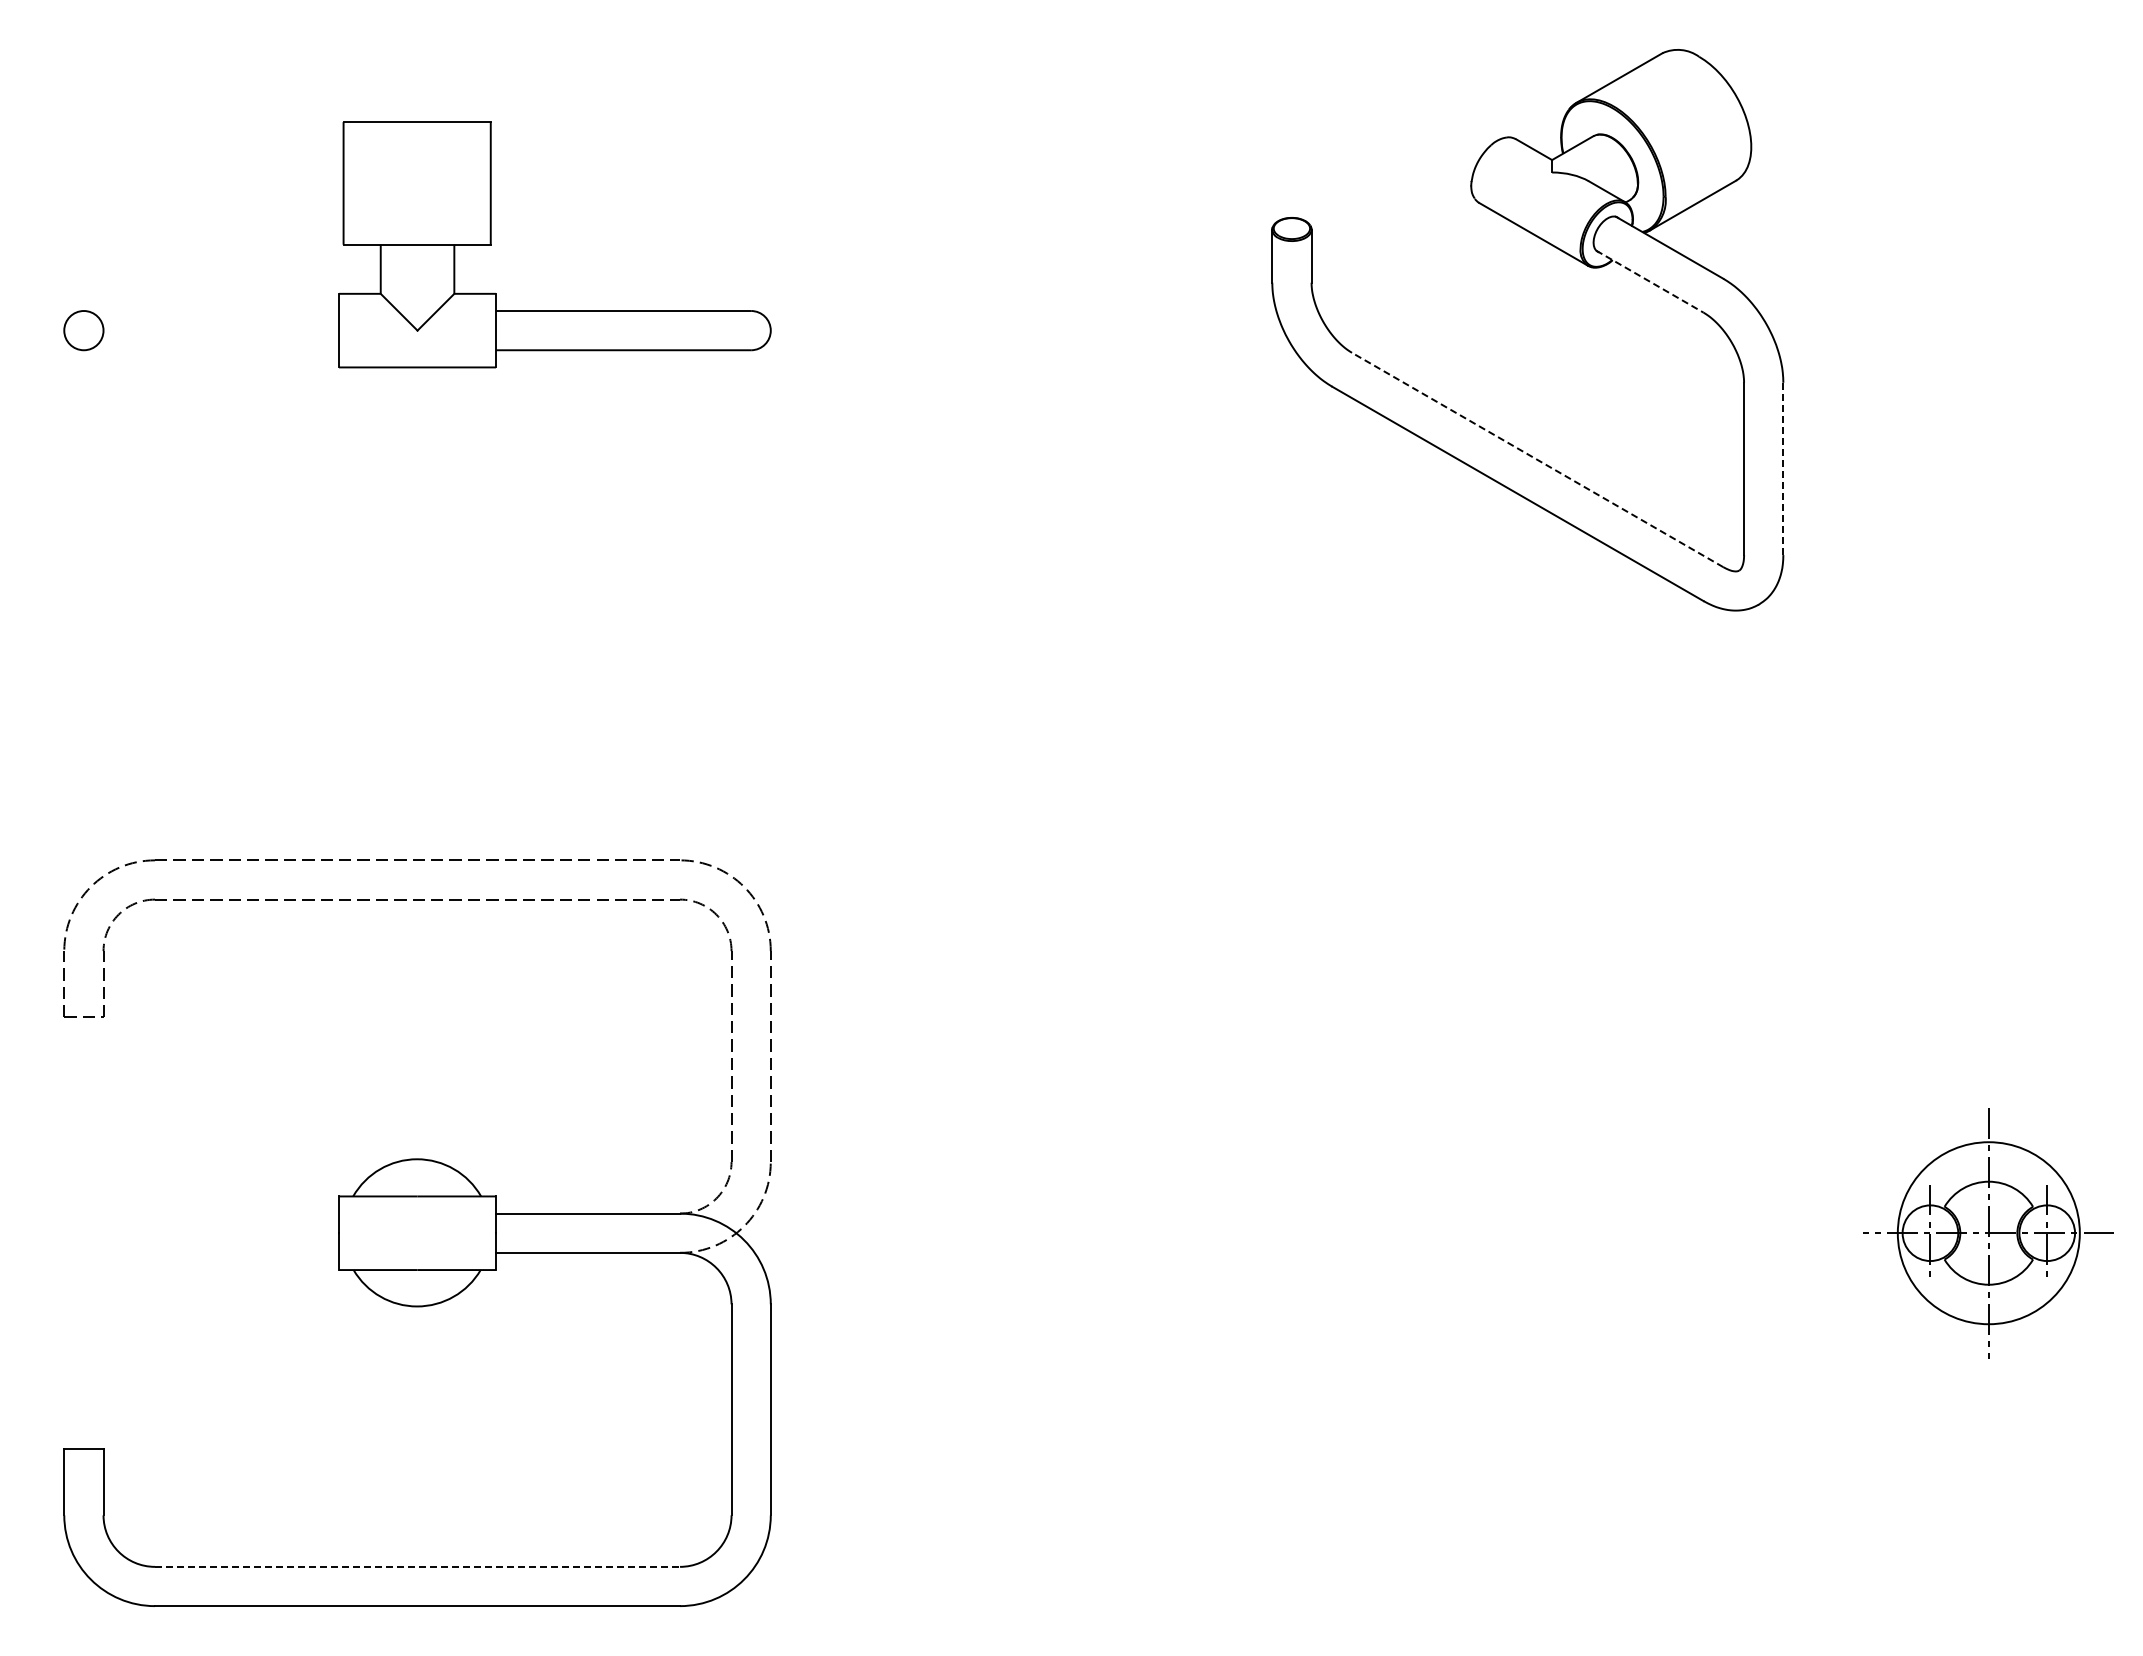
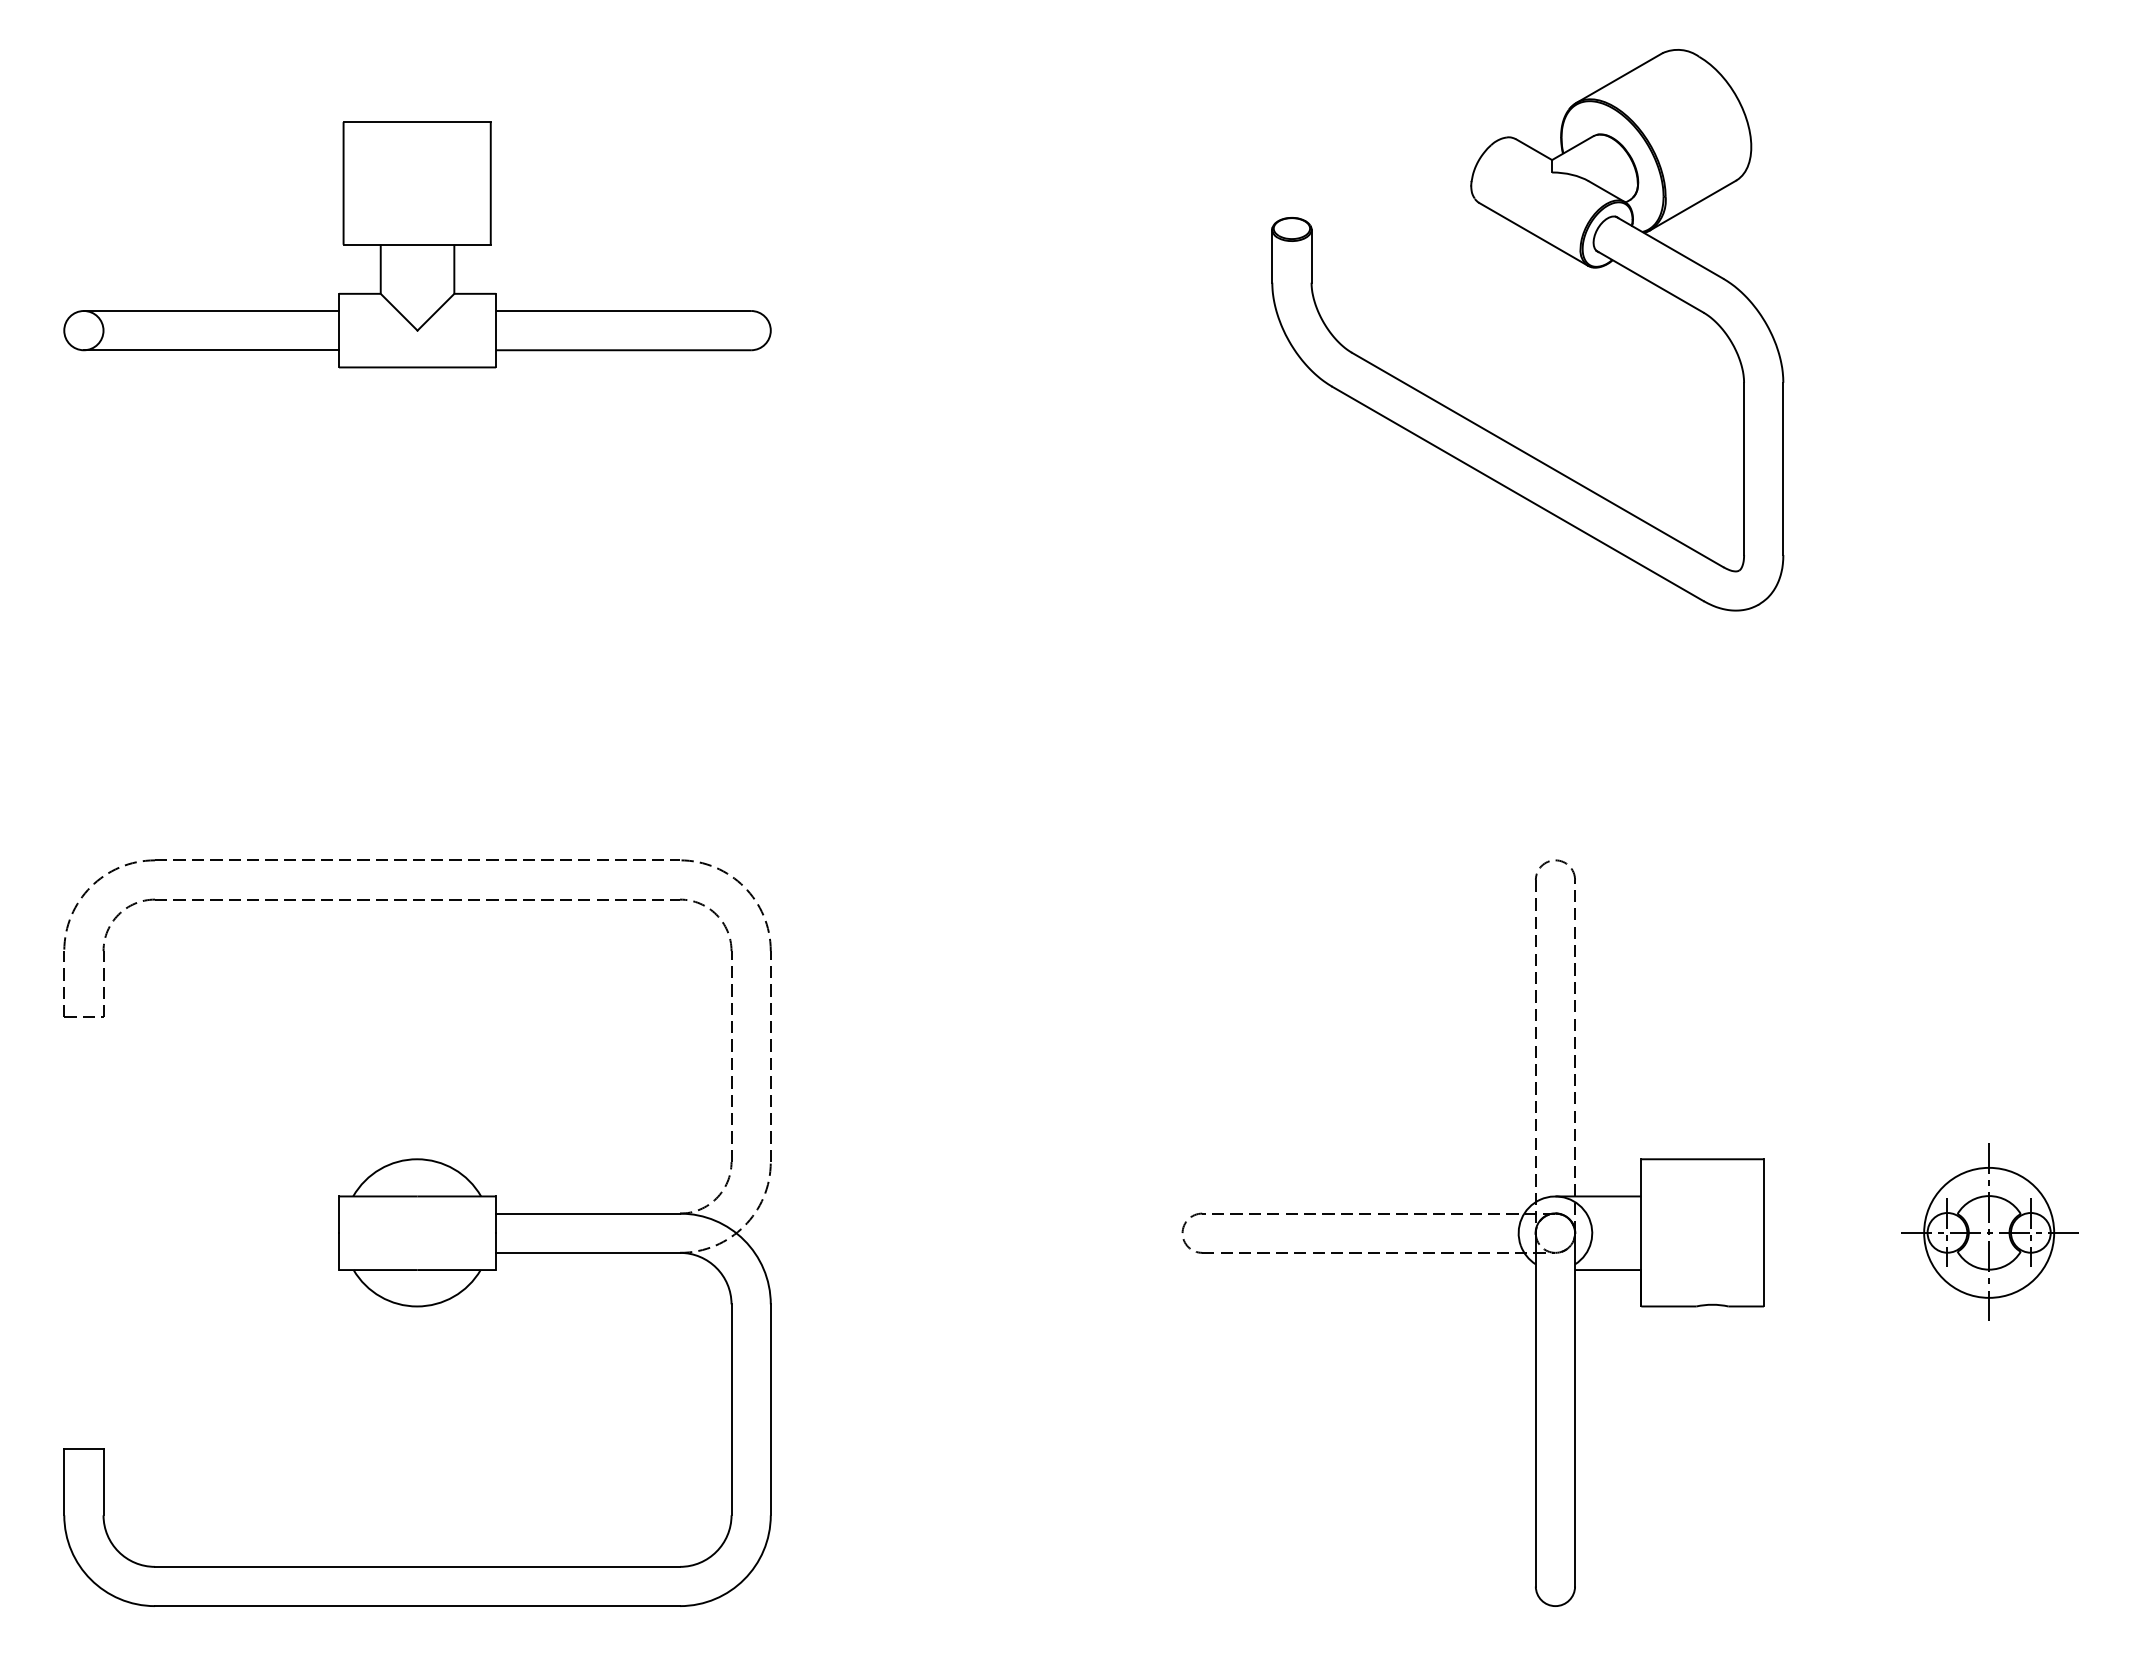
line at (1649, 281): dashed -> solid
line at (211, 311): none -> present
line at (211, 350): none -> present
line at (1537, 459): dashed -> solid
line at (1783, 468): dashed -> solid
part at (1472, 1214): none -> present
part at (1988, 1233) size: 251x251 px -> 178x178 px
line at (418, 1566): dashed -> solid
